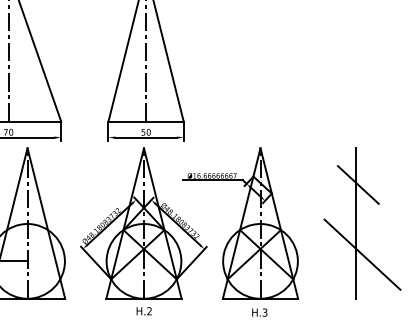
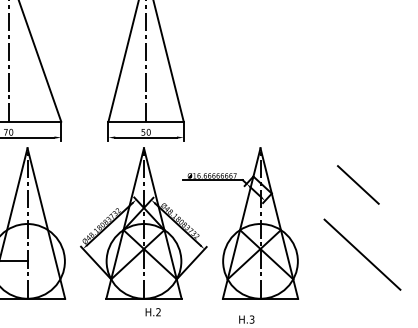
line at (356, 223): present -> none
text at (143, 311) position: (143, 311) -> (152, 312)
text at (259, 312) position: (259, 312) -> (246, 319)
